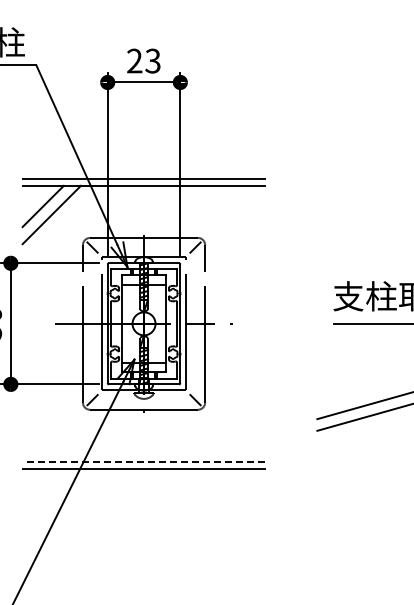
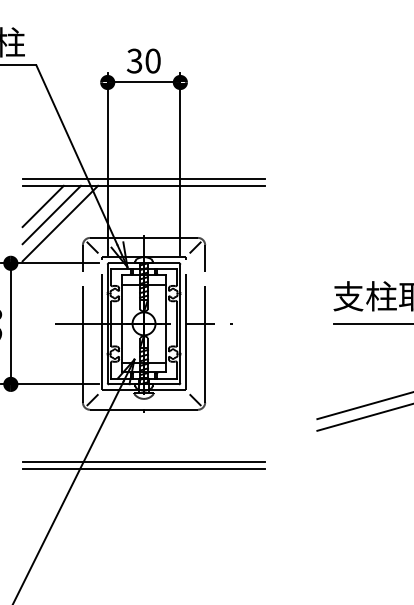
text at (143, 60): 23 -> 30
line at (60, 223): none -> present
line at (143, 461): dashed -> solid
